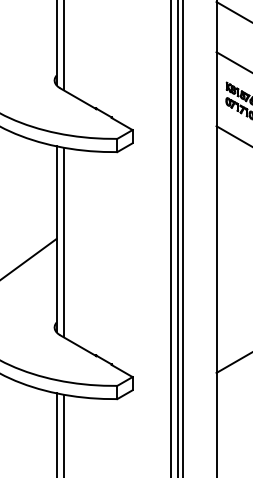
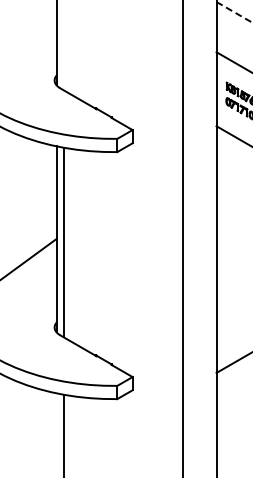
line at (234, 12): solid -> dashed
line at (63, 46): present -> none
line at (170, 238): present -> none
line at (178, 238): present -> none
line at (56, 433): present -> none
